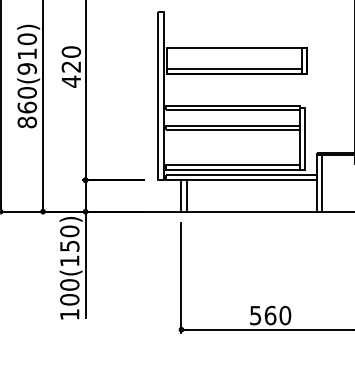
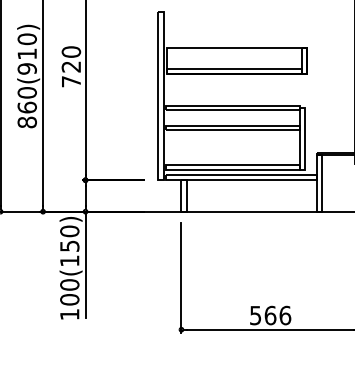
text at (71, 81): 420 -> 720
text at (285, 314): 560 -> 566
